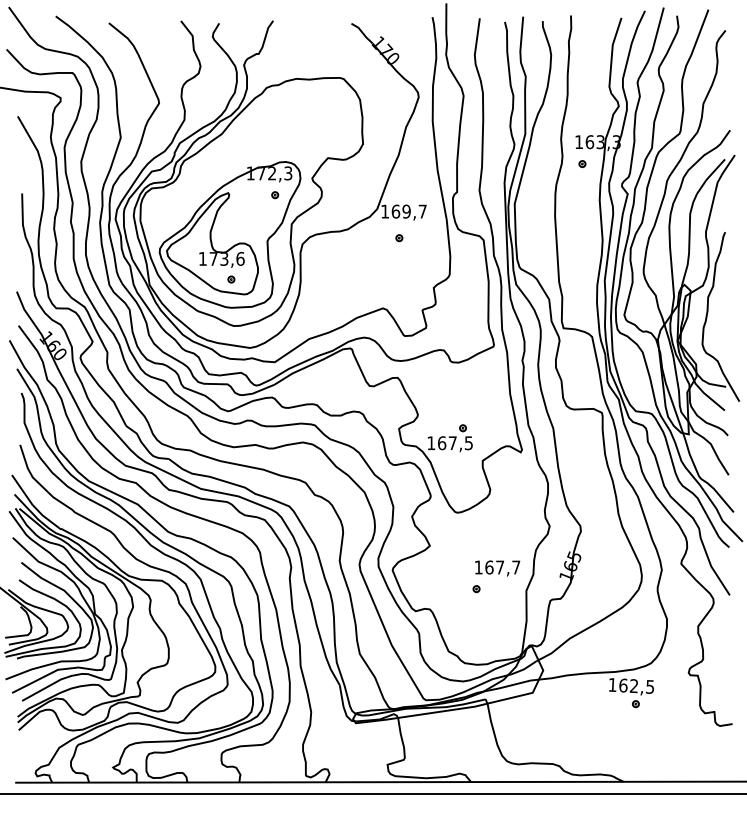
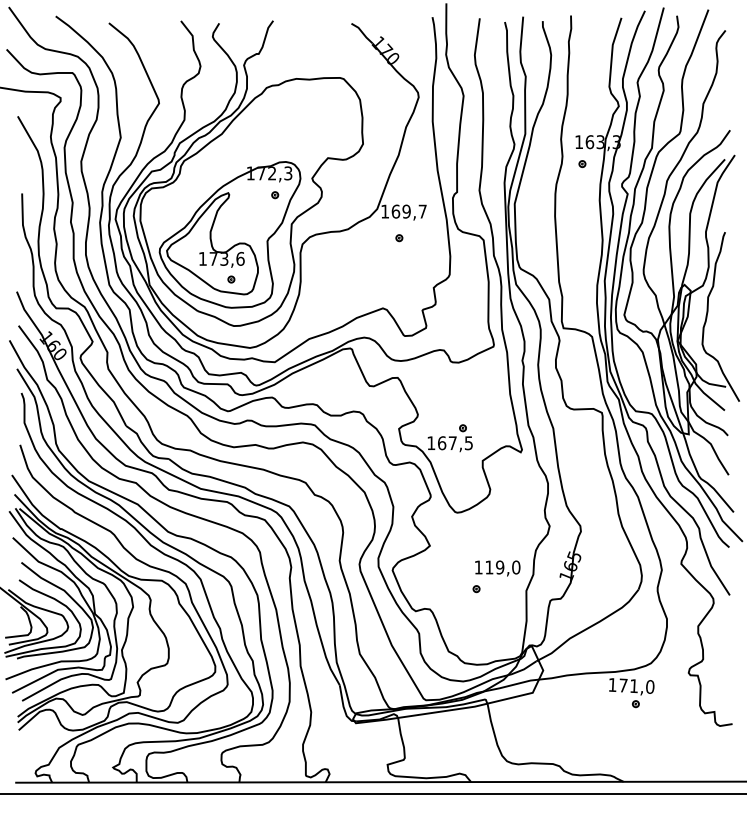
text at (502, 567): 167,7 -> 119,0
text at (636, 685): 162,5 -> 171,0
